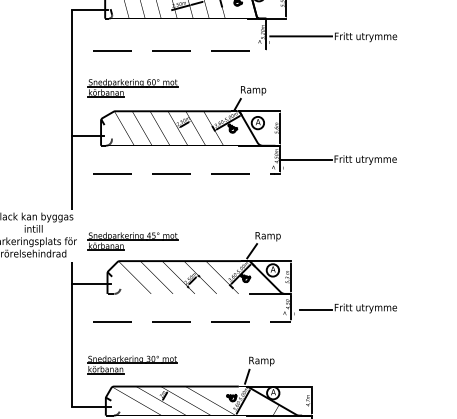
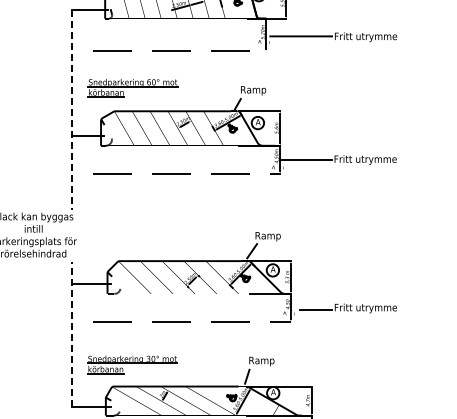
line at (71, 110): solid -> dashed
part at (132, 241): present -> none
line at (71, 334): solid -> dashed
